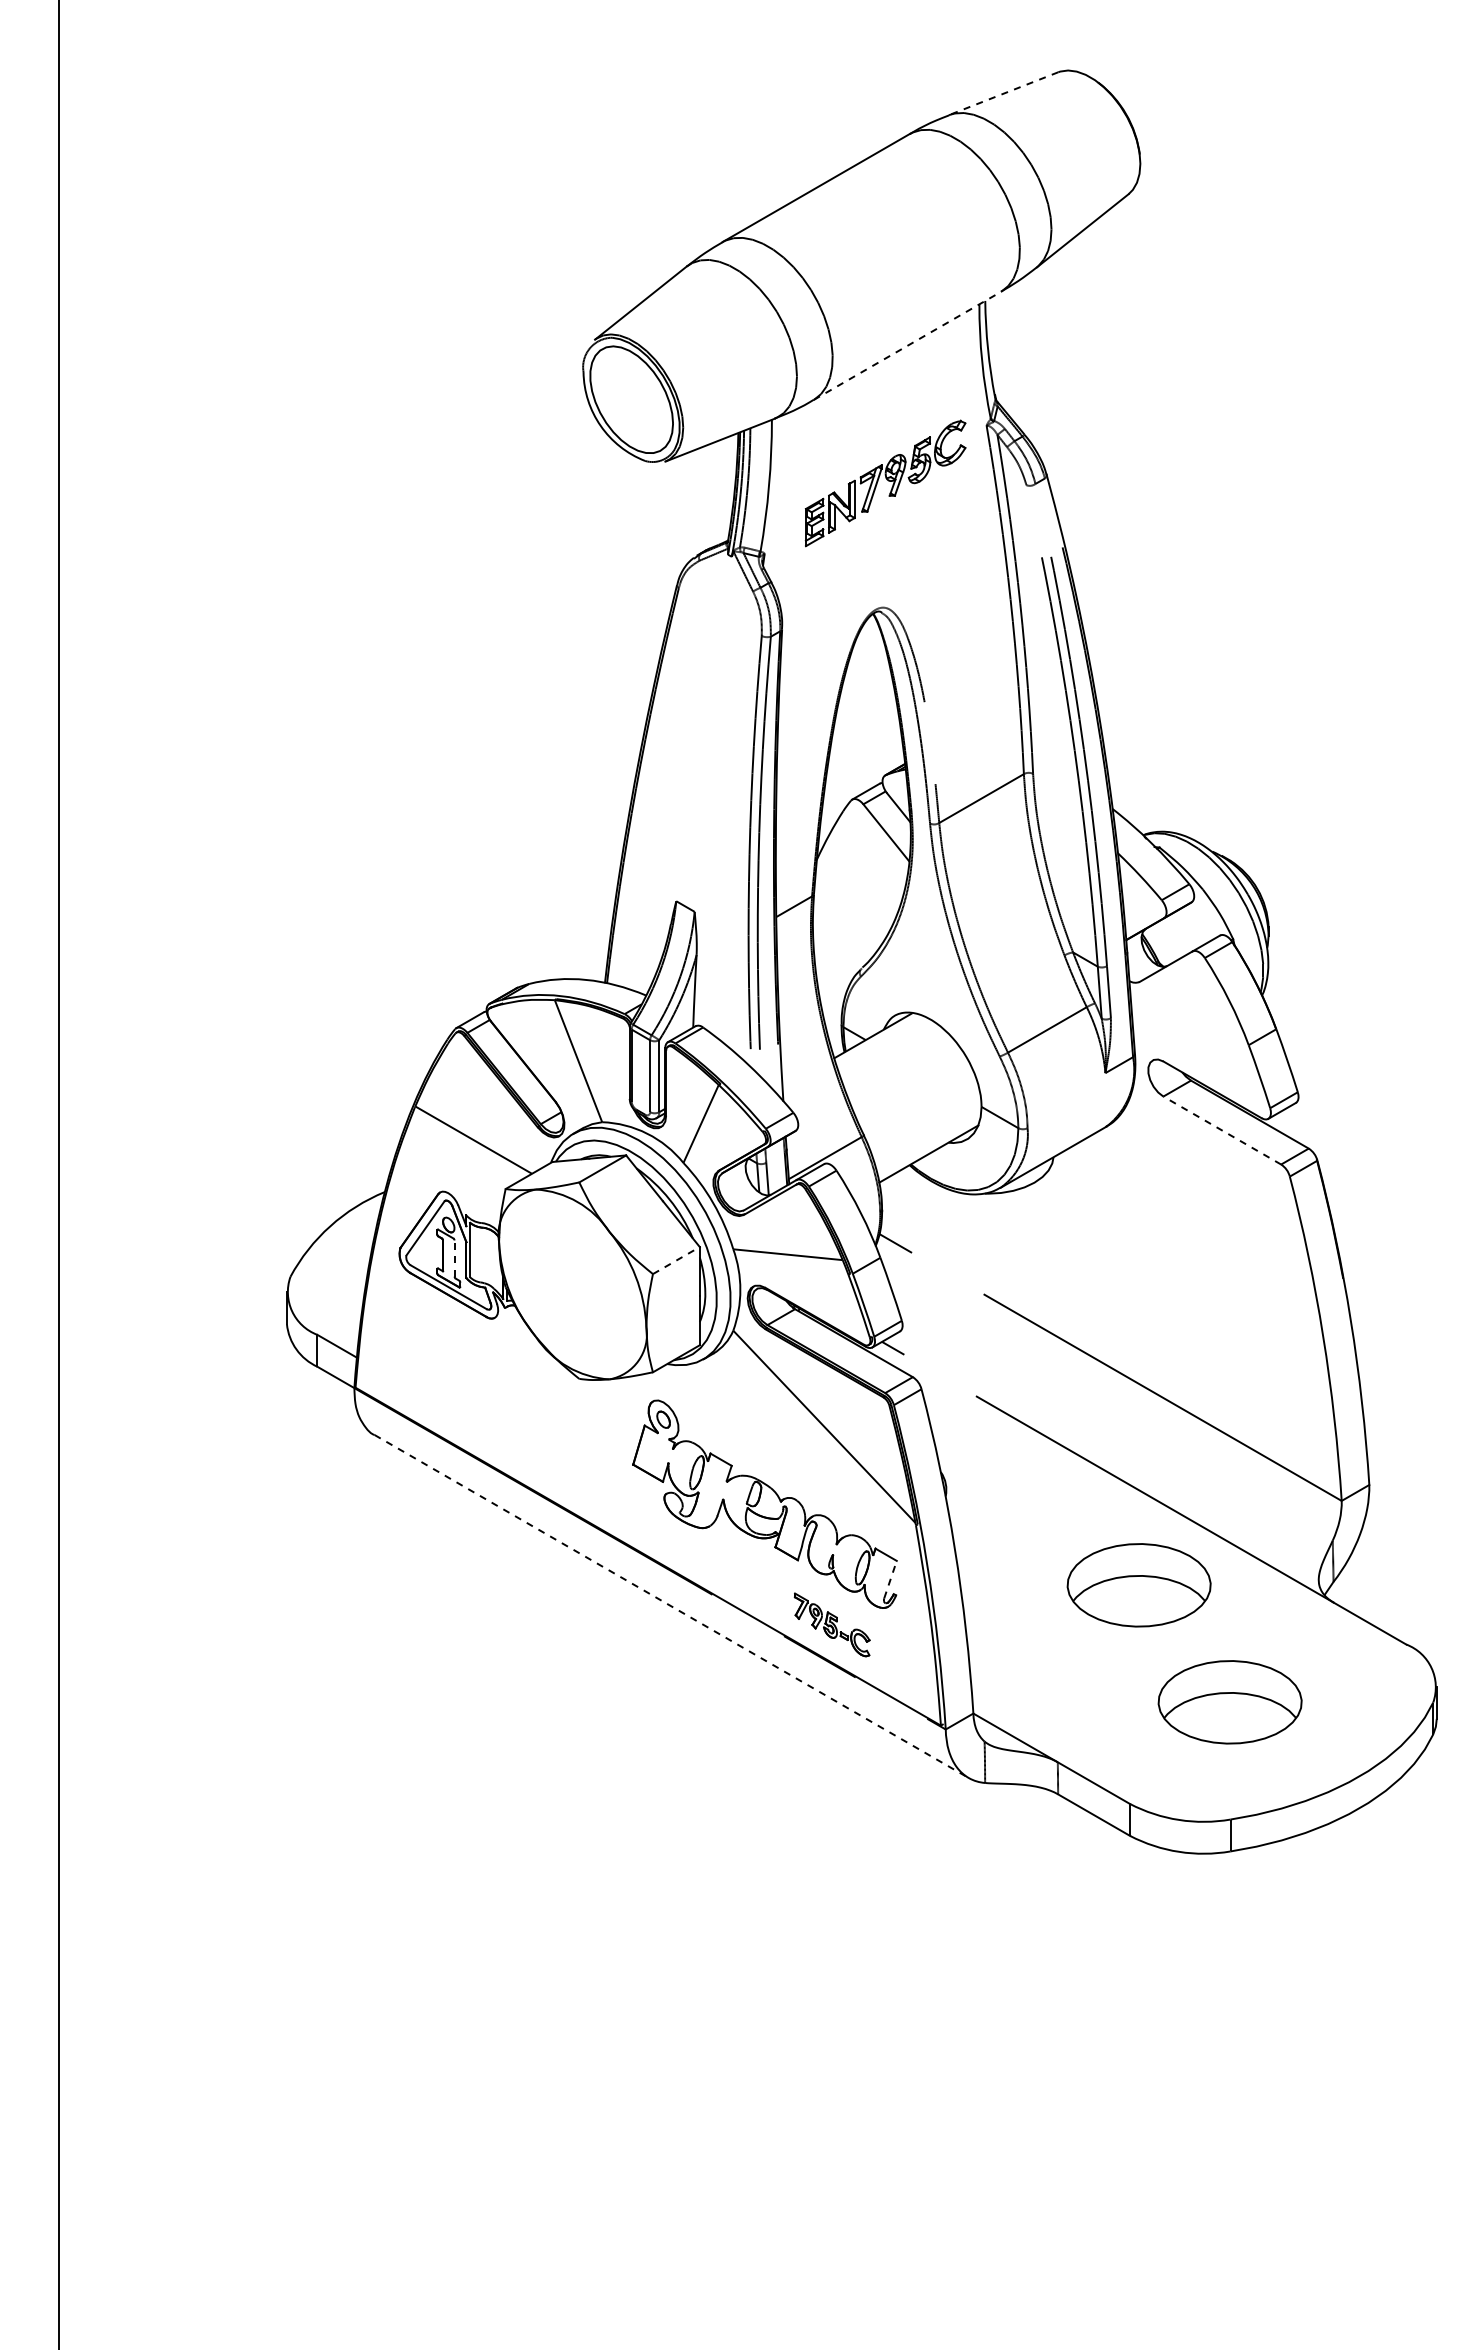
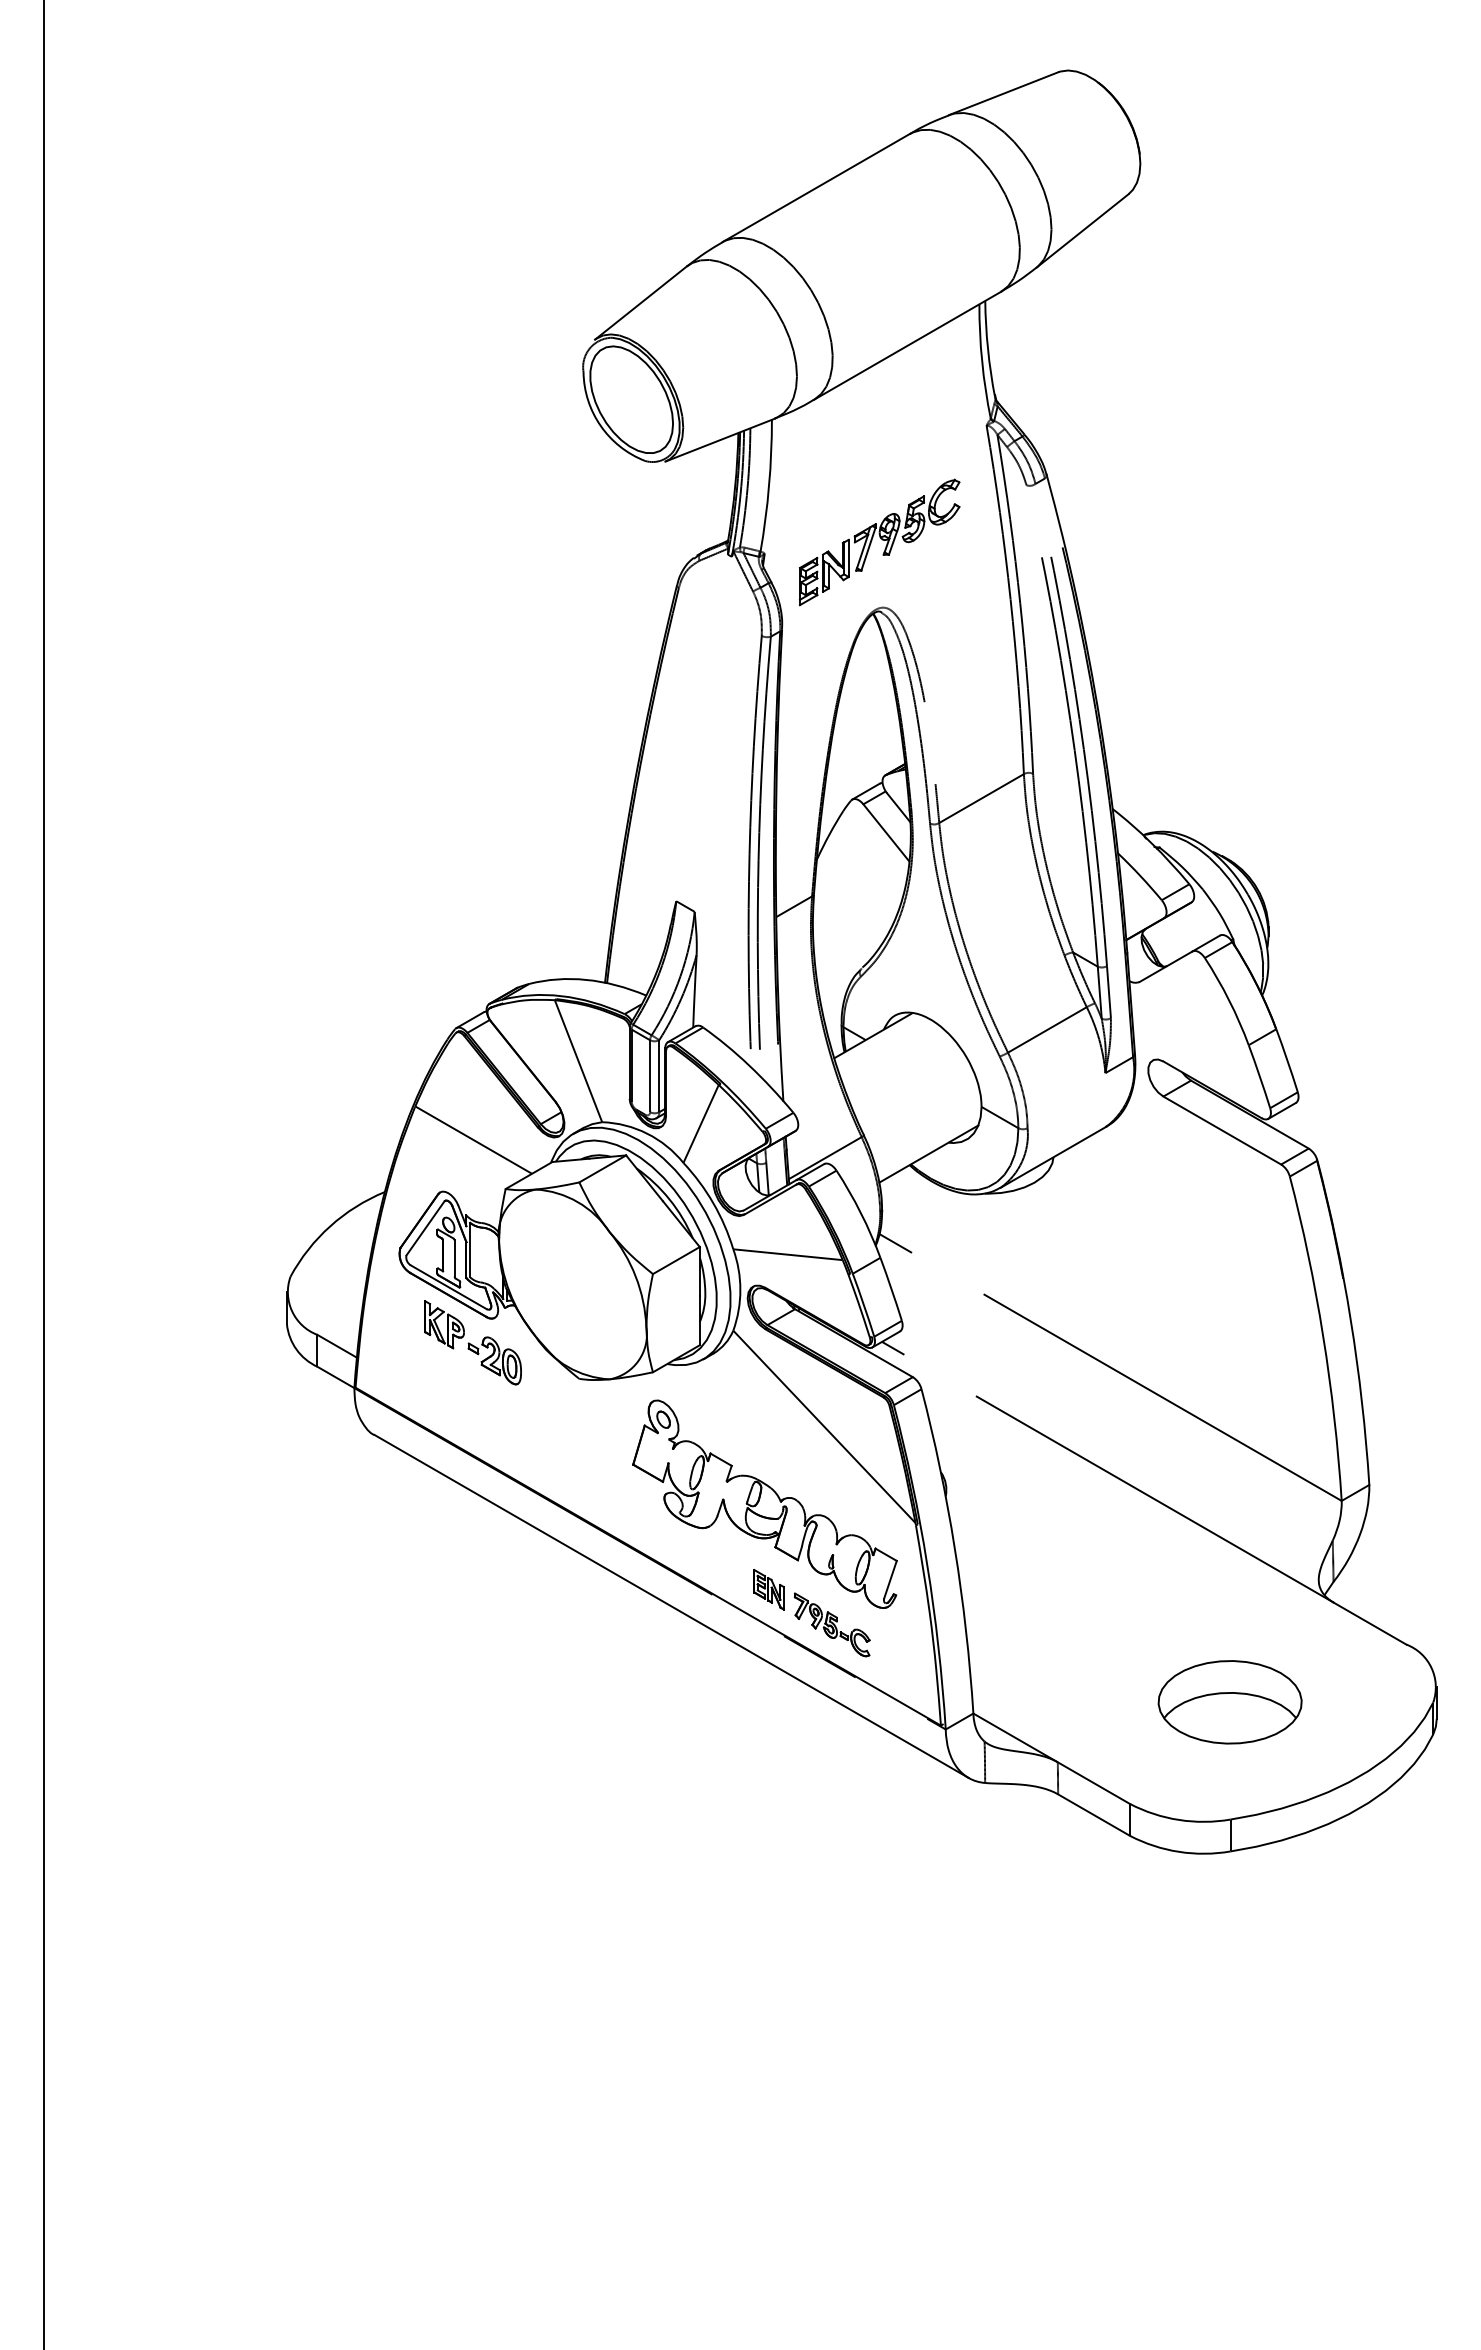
line at (1003, 93): dashed -> solid
line at (907, 345): dashed -> solid
part at (885, 483) position: (885, 483) -> (879, 542)
line at (1222, 1130): dashed -> solid
line at (59, 1174) position: (59, 1174) -> (44, 1174)
line at (454, 1258): dashed -> solid
line at (676, 1260): dashed -> solid
part at (472, 1342): none -> present
line at (890, 1579): dashed -> solid
part at (1138, 1585): present -> none
part at (768, 1589): none -> present
line at (671, 1606): dashed -> solid
